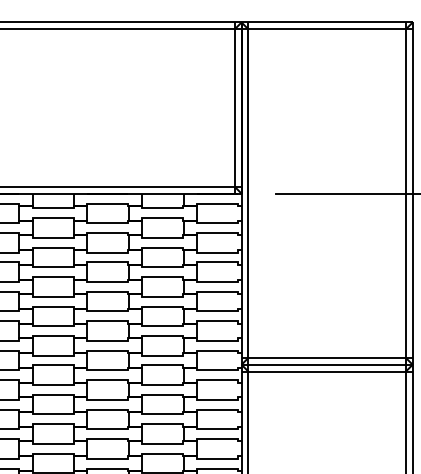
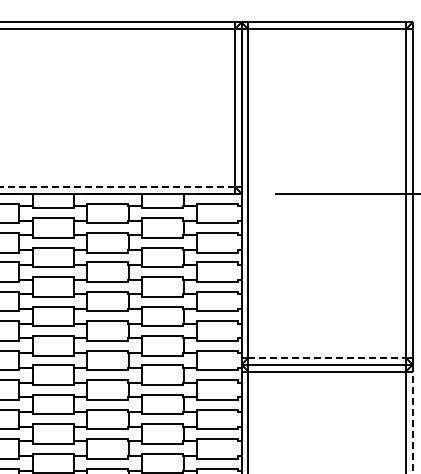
line at (116, 186): solid -> dashed
line at (327, 357): solid -> dashed
line at (412, 418): solid -> dashed
